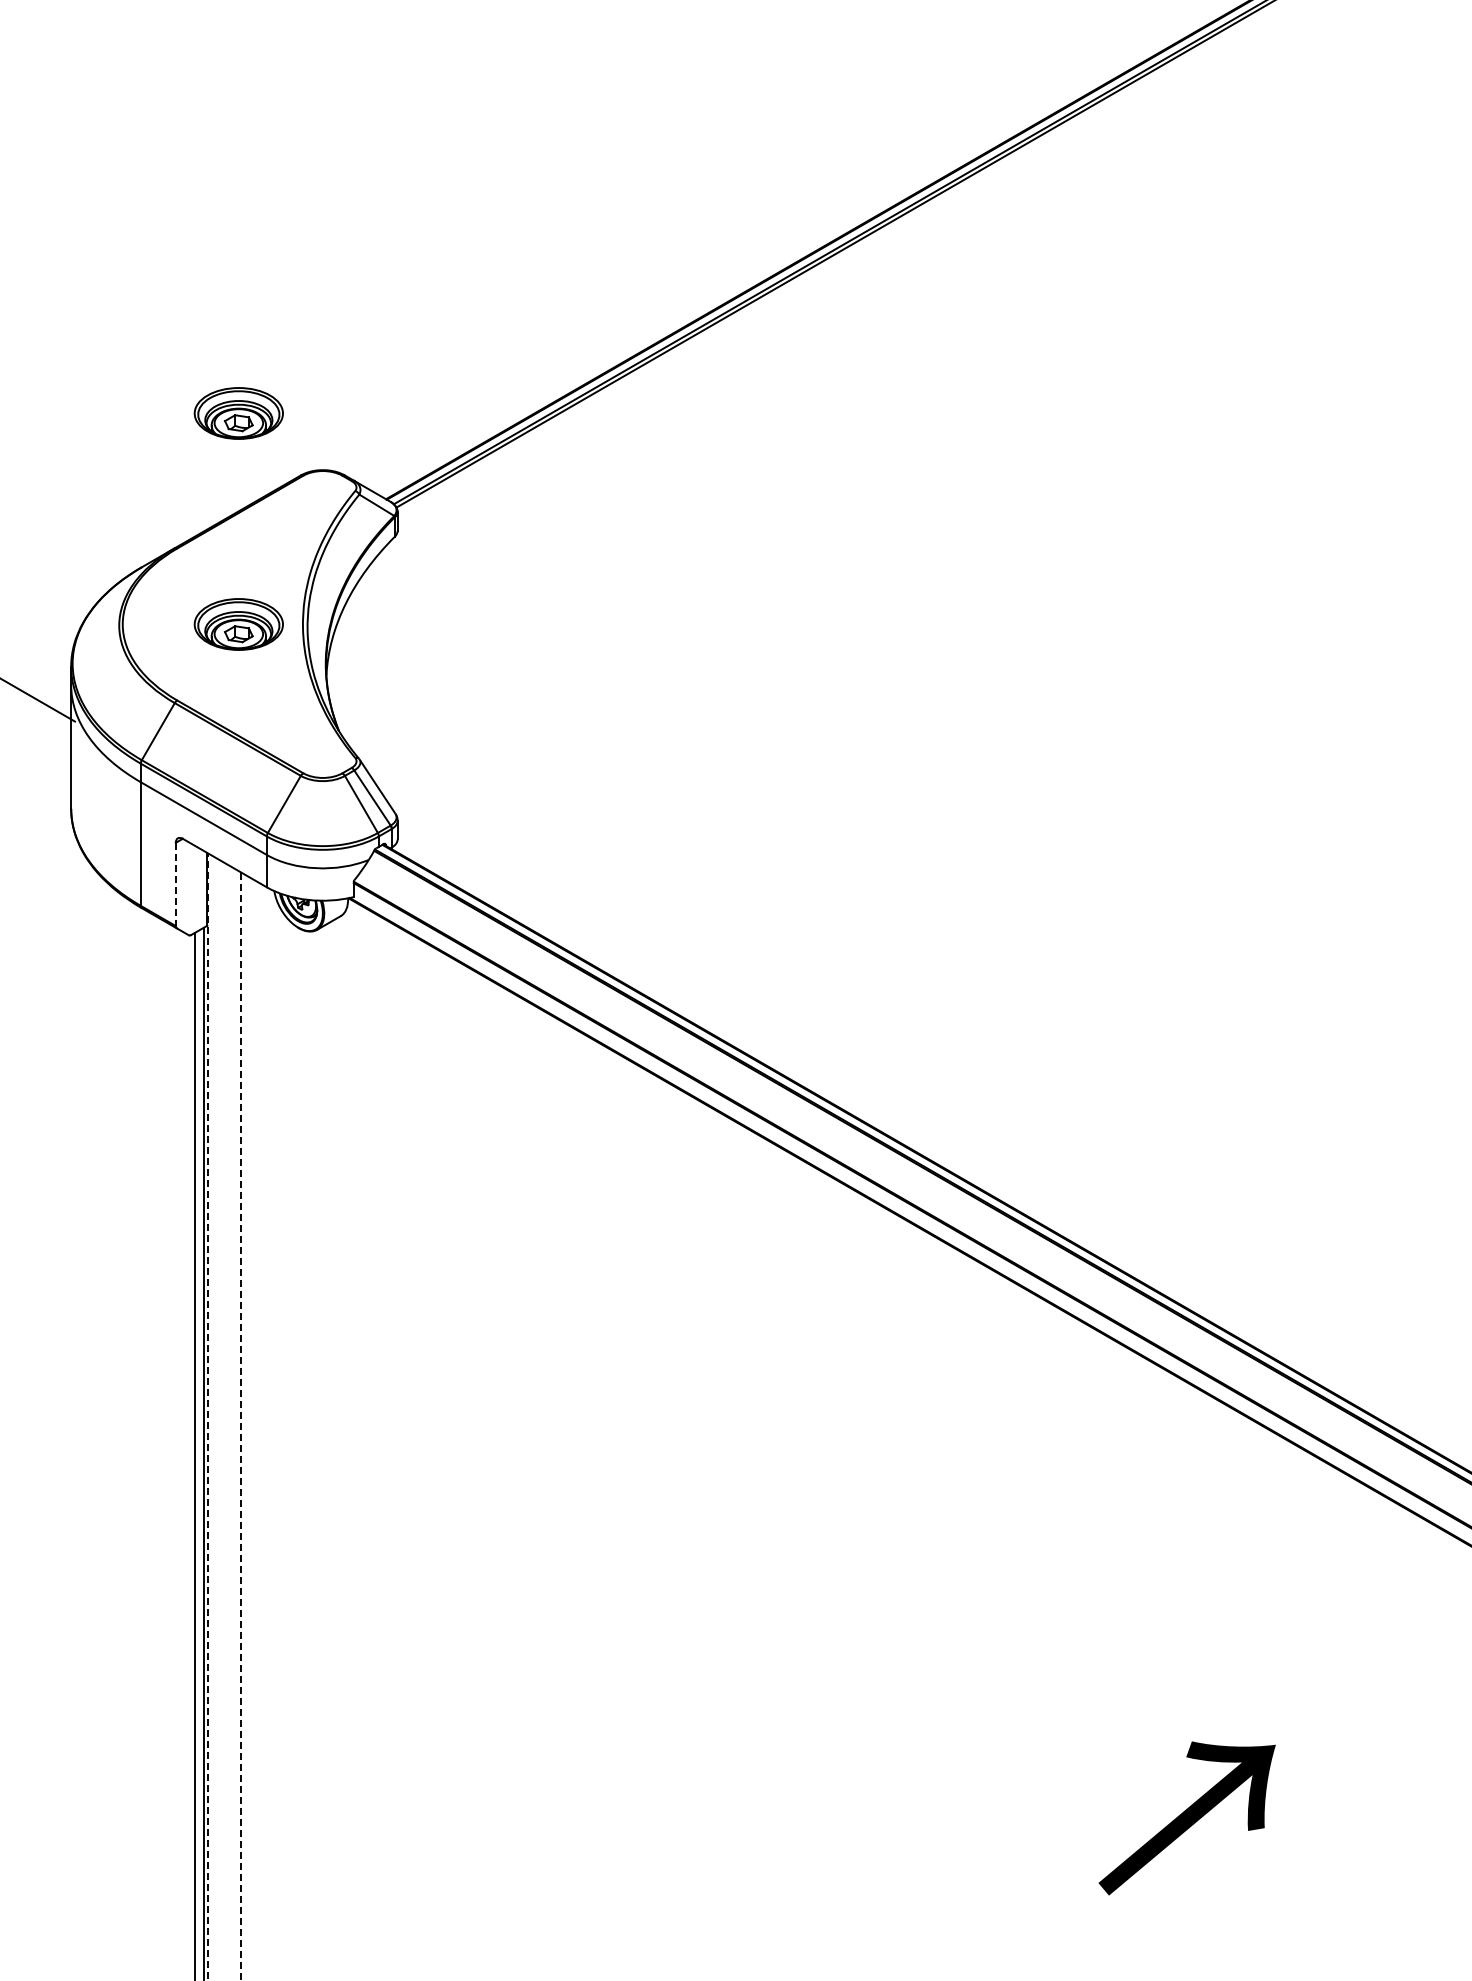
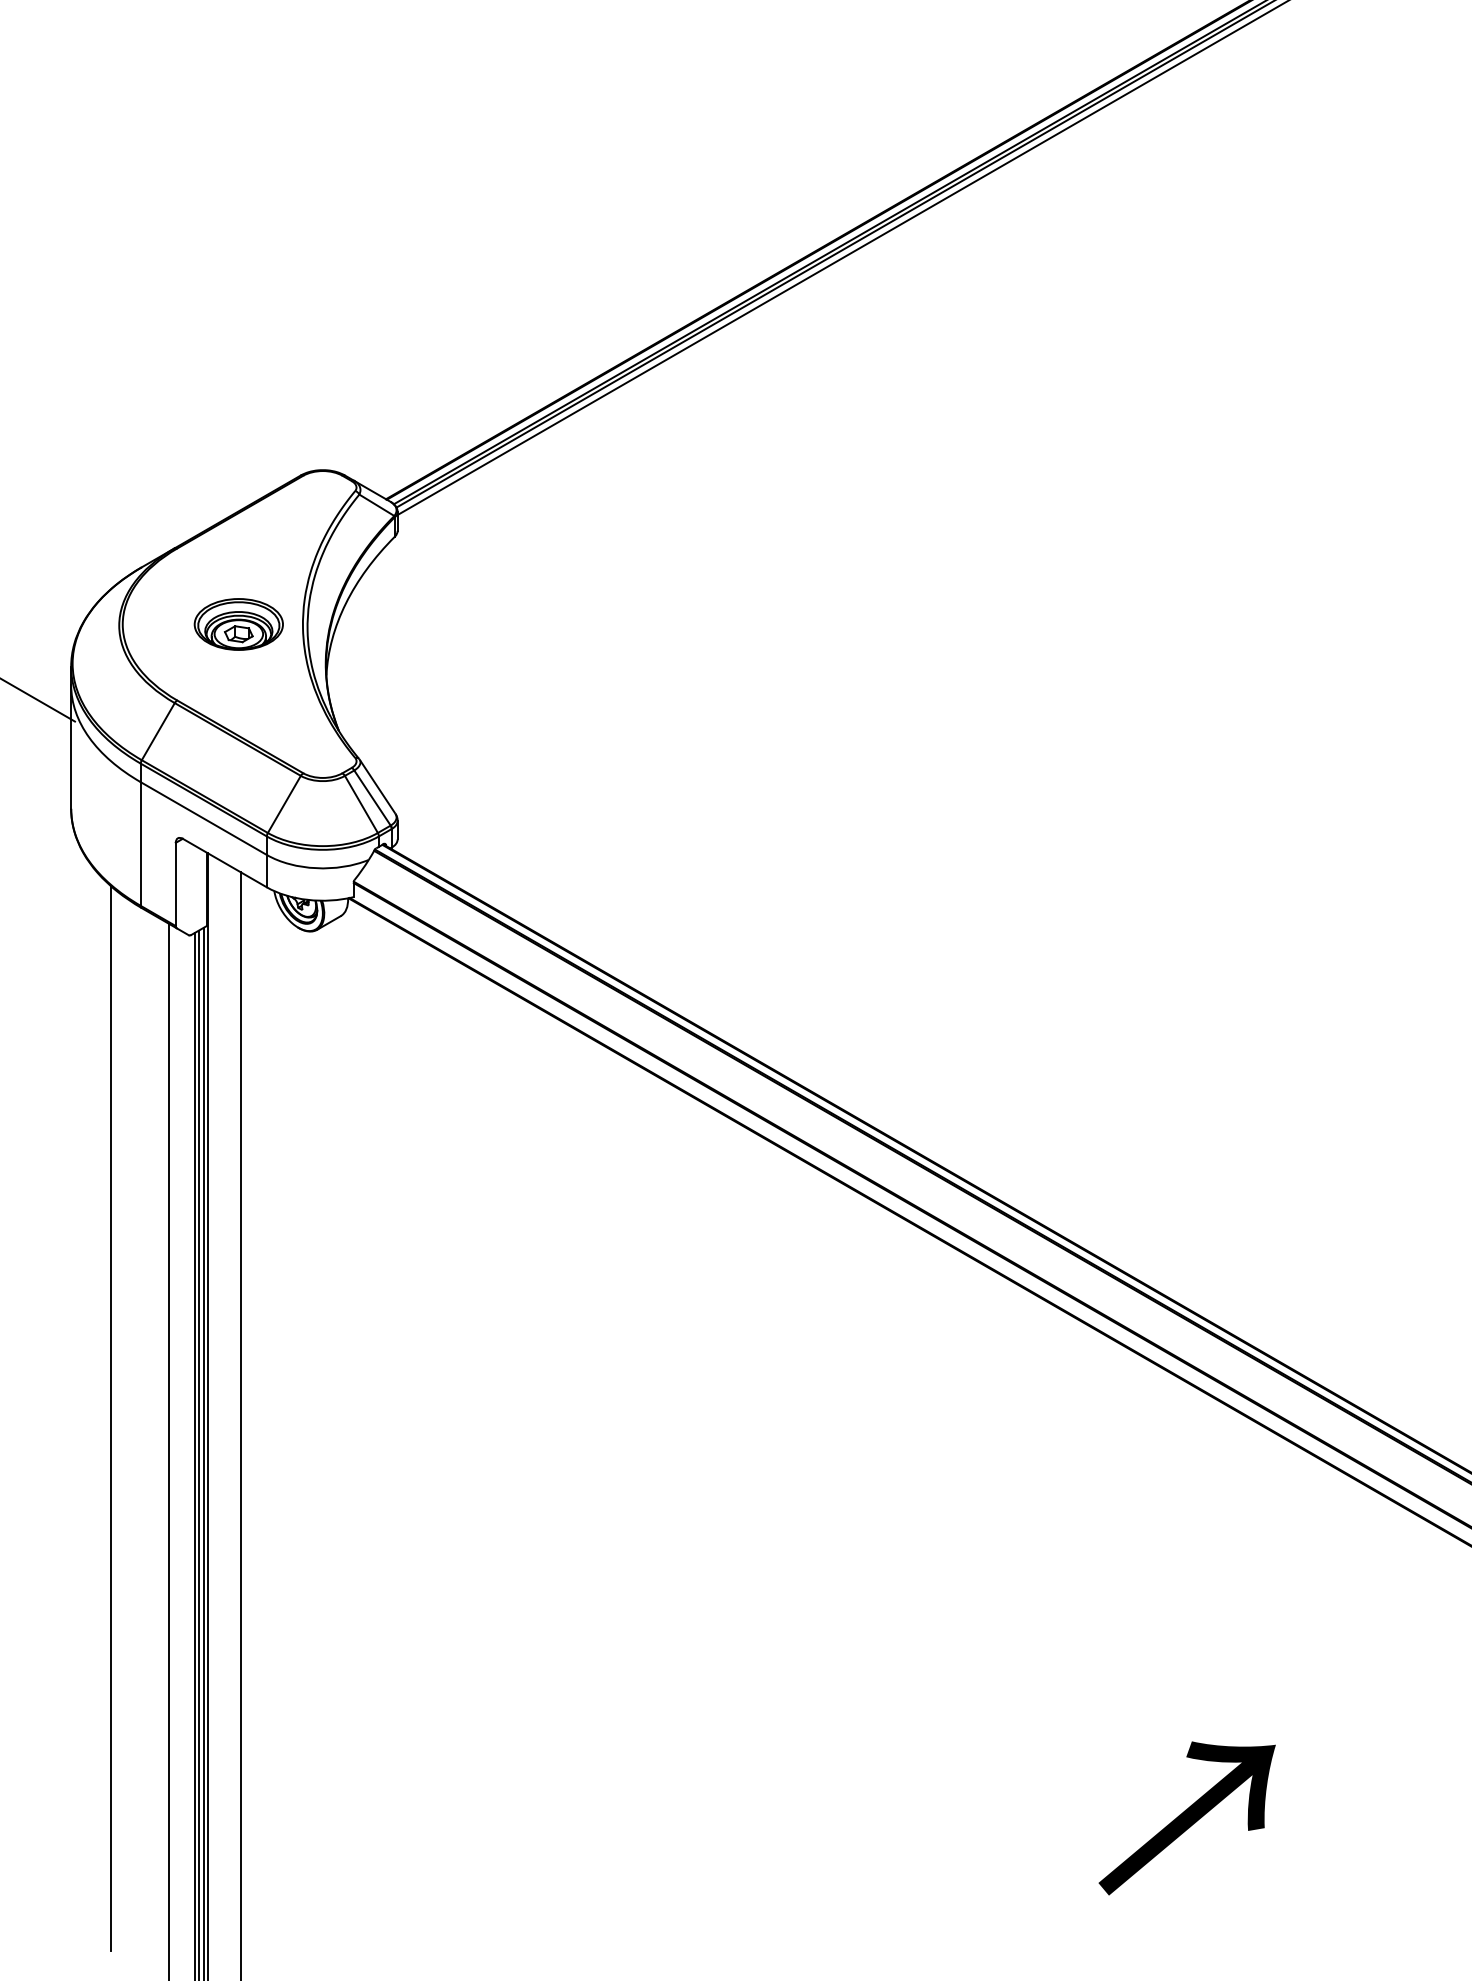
line at (841, 258): none -> present
part at (238, 413): present -> none
line at (175, 884): dashed -> solid
line at (208, 1417): dashed -> solid
line at (110, 1418): none -> present
line at (240, 1425): dashed -> solid
line at (168, 1450): none -> present
line at (198, 1453): none -> present
